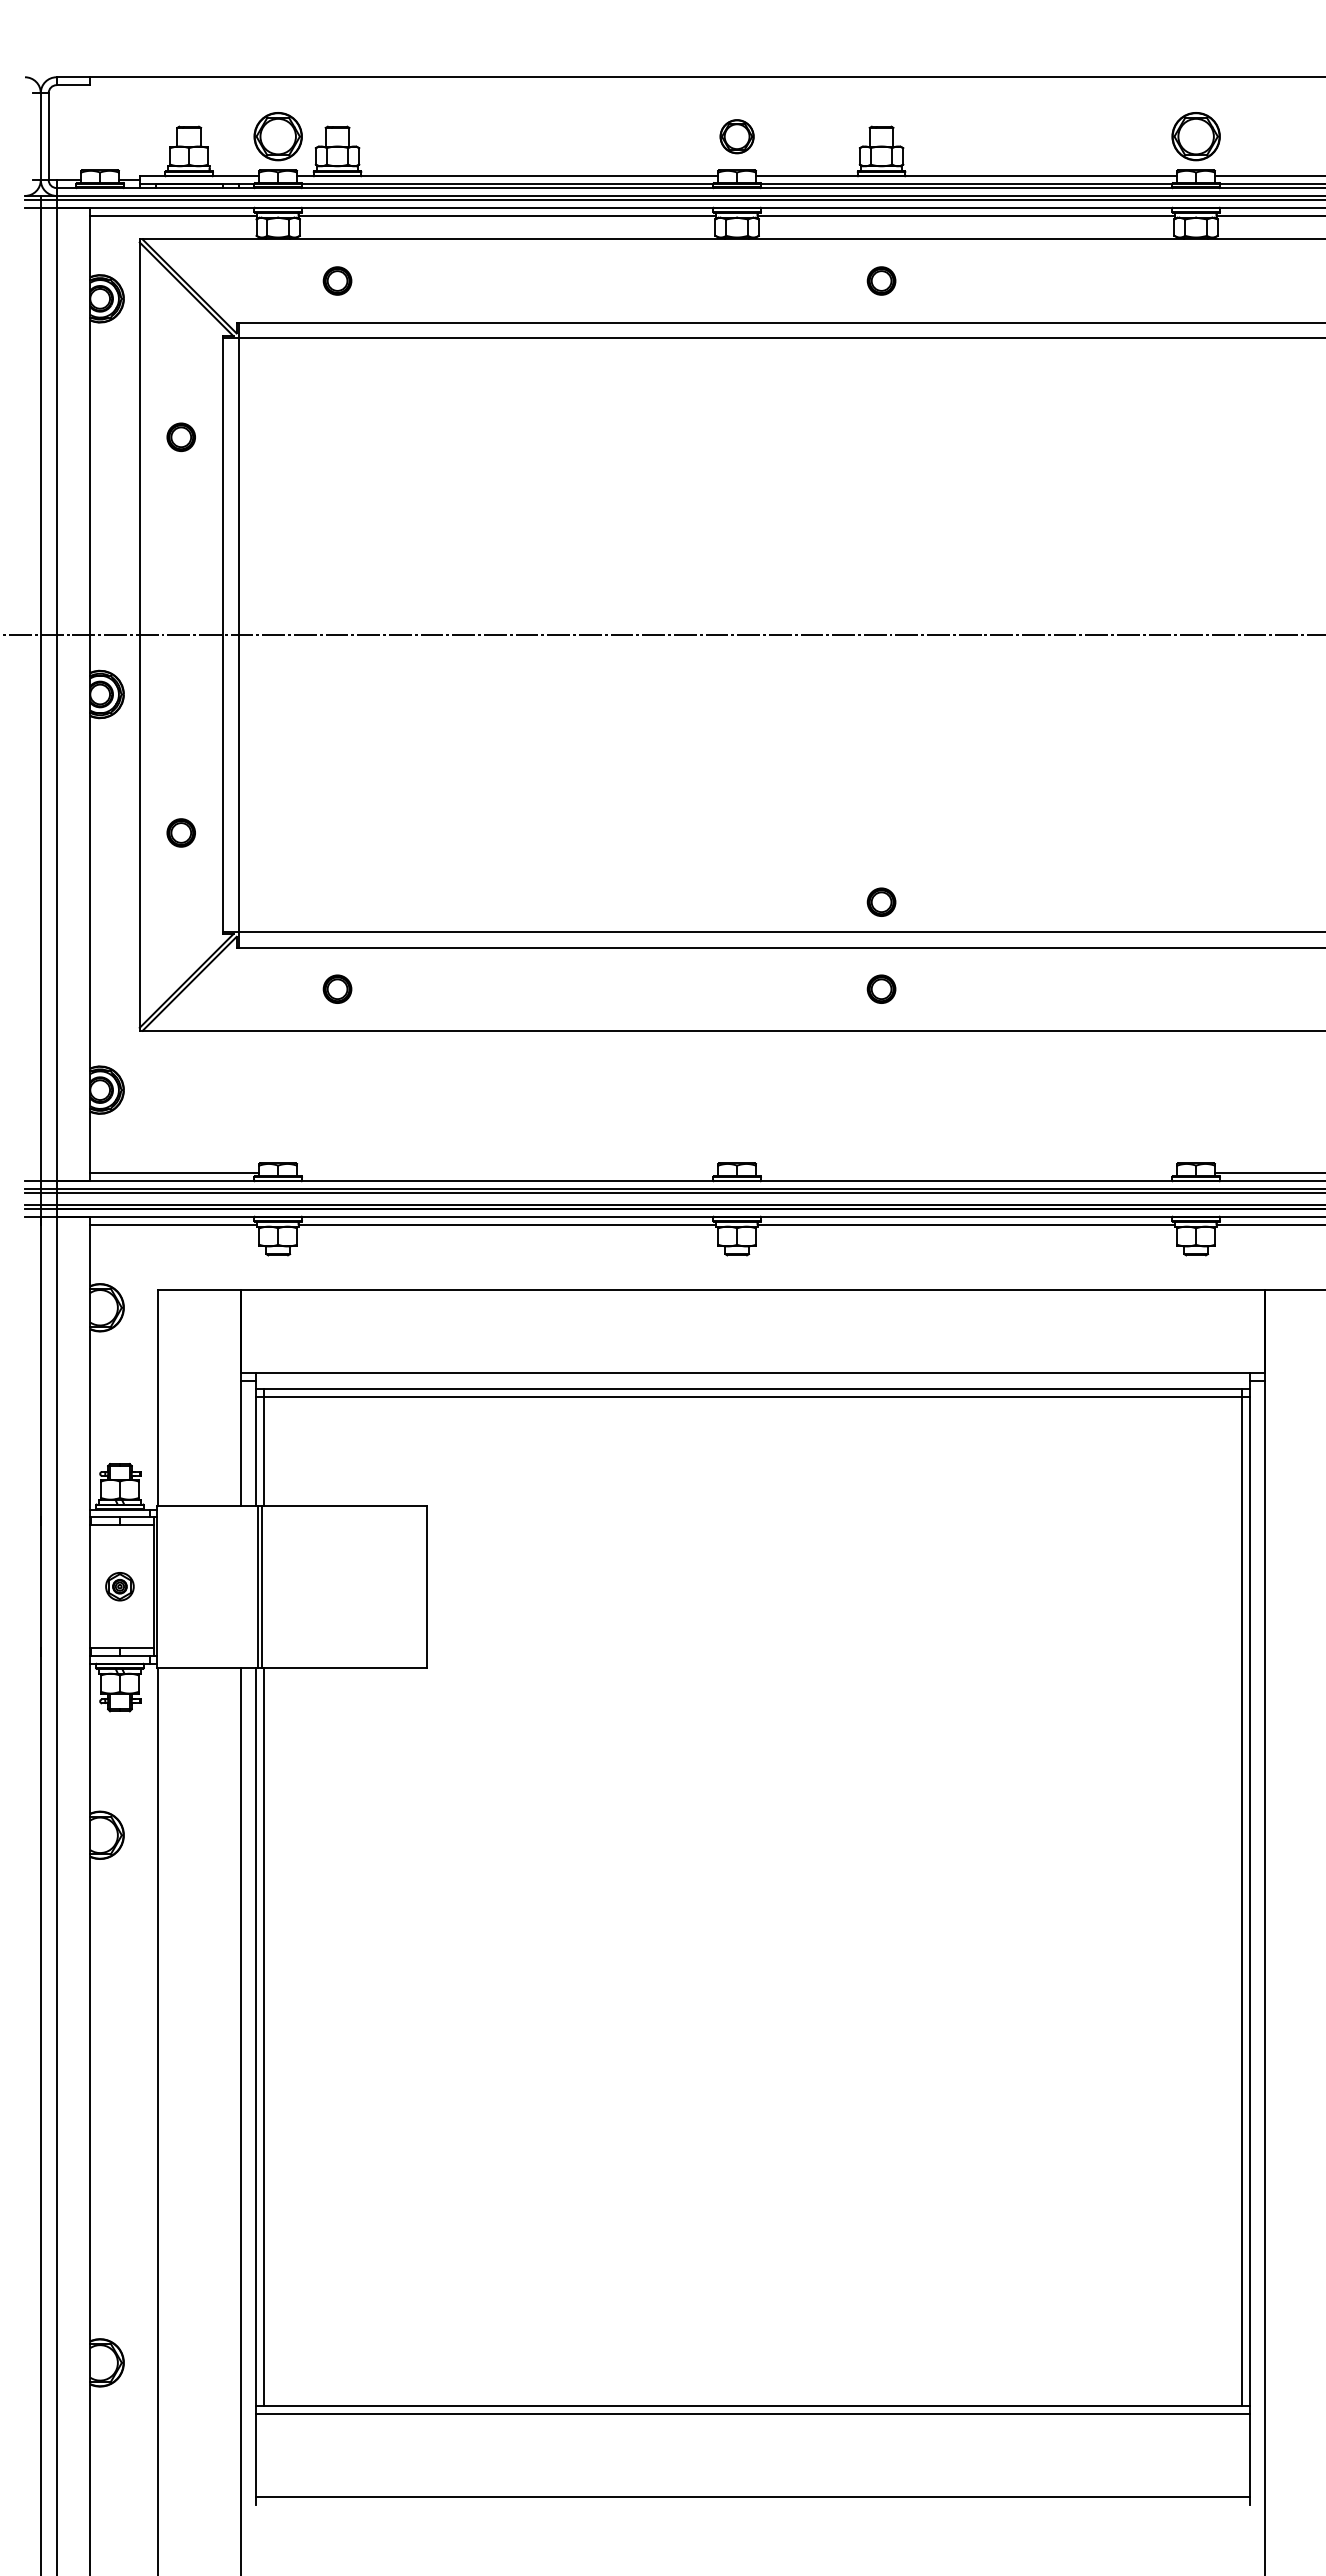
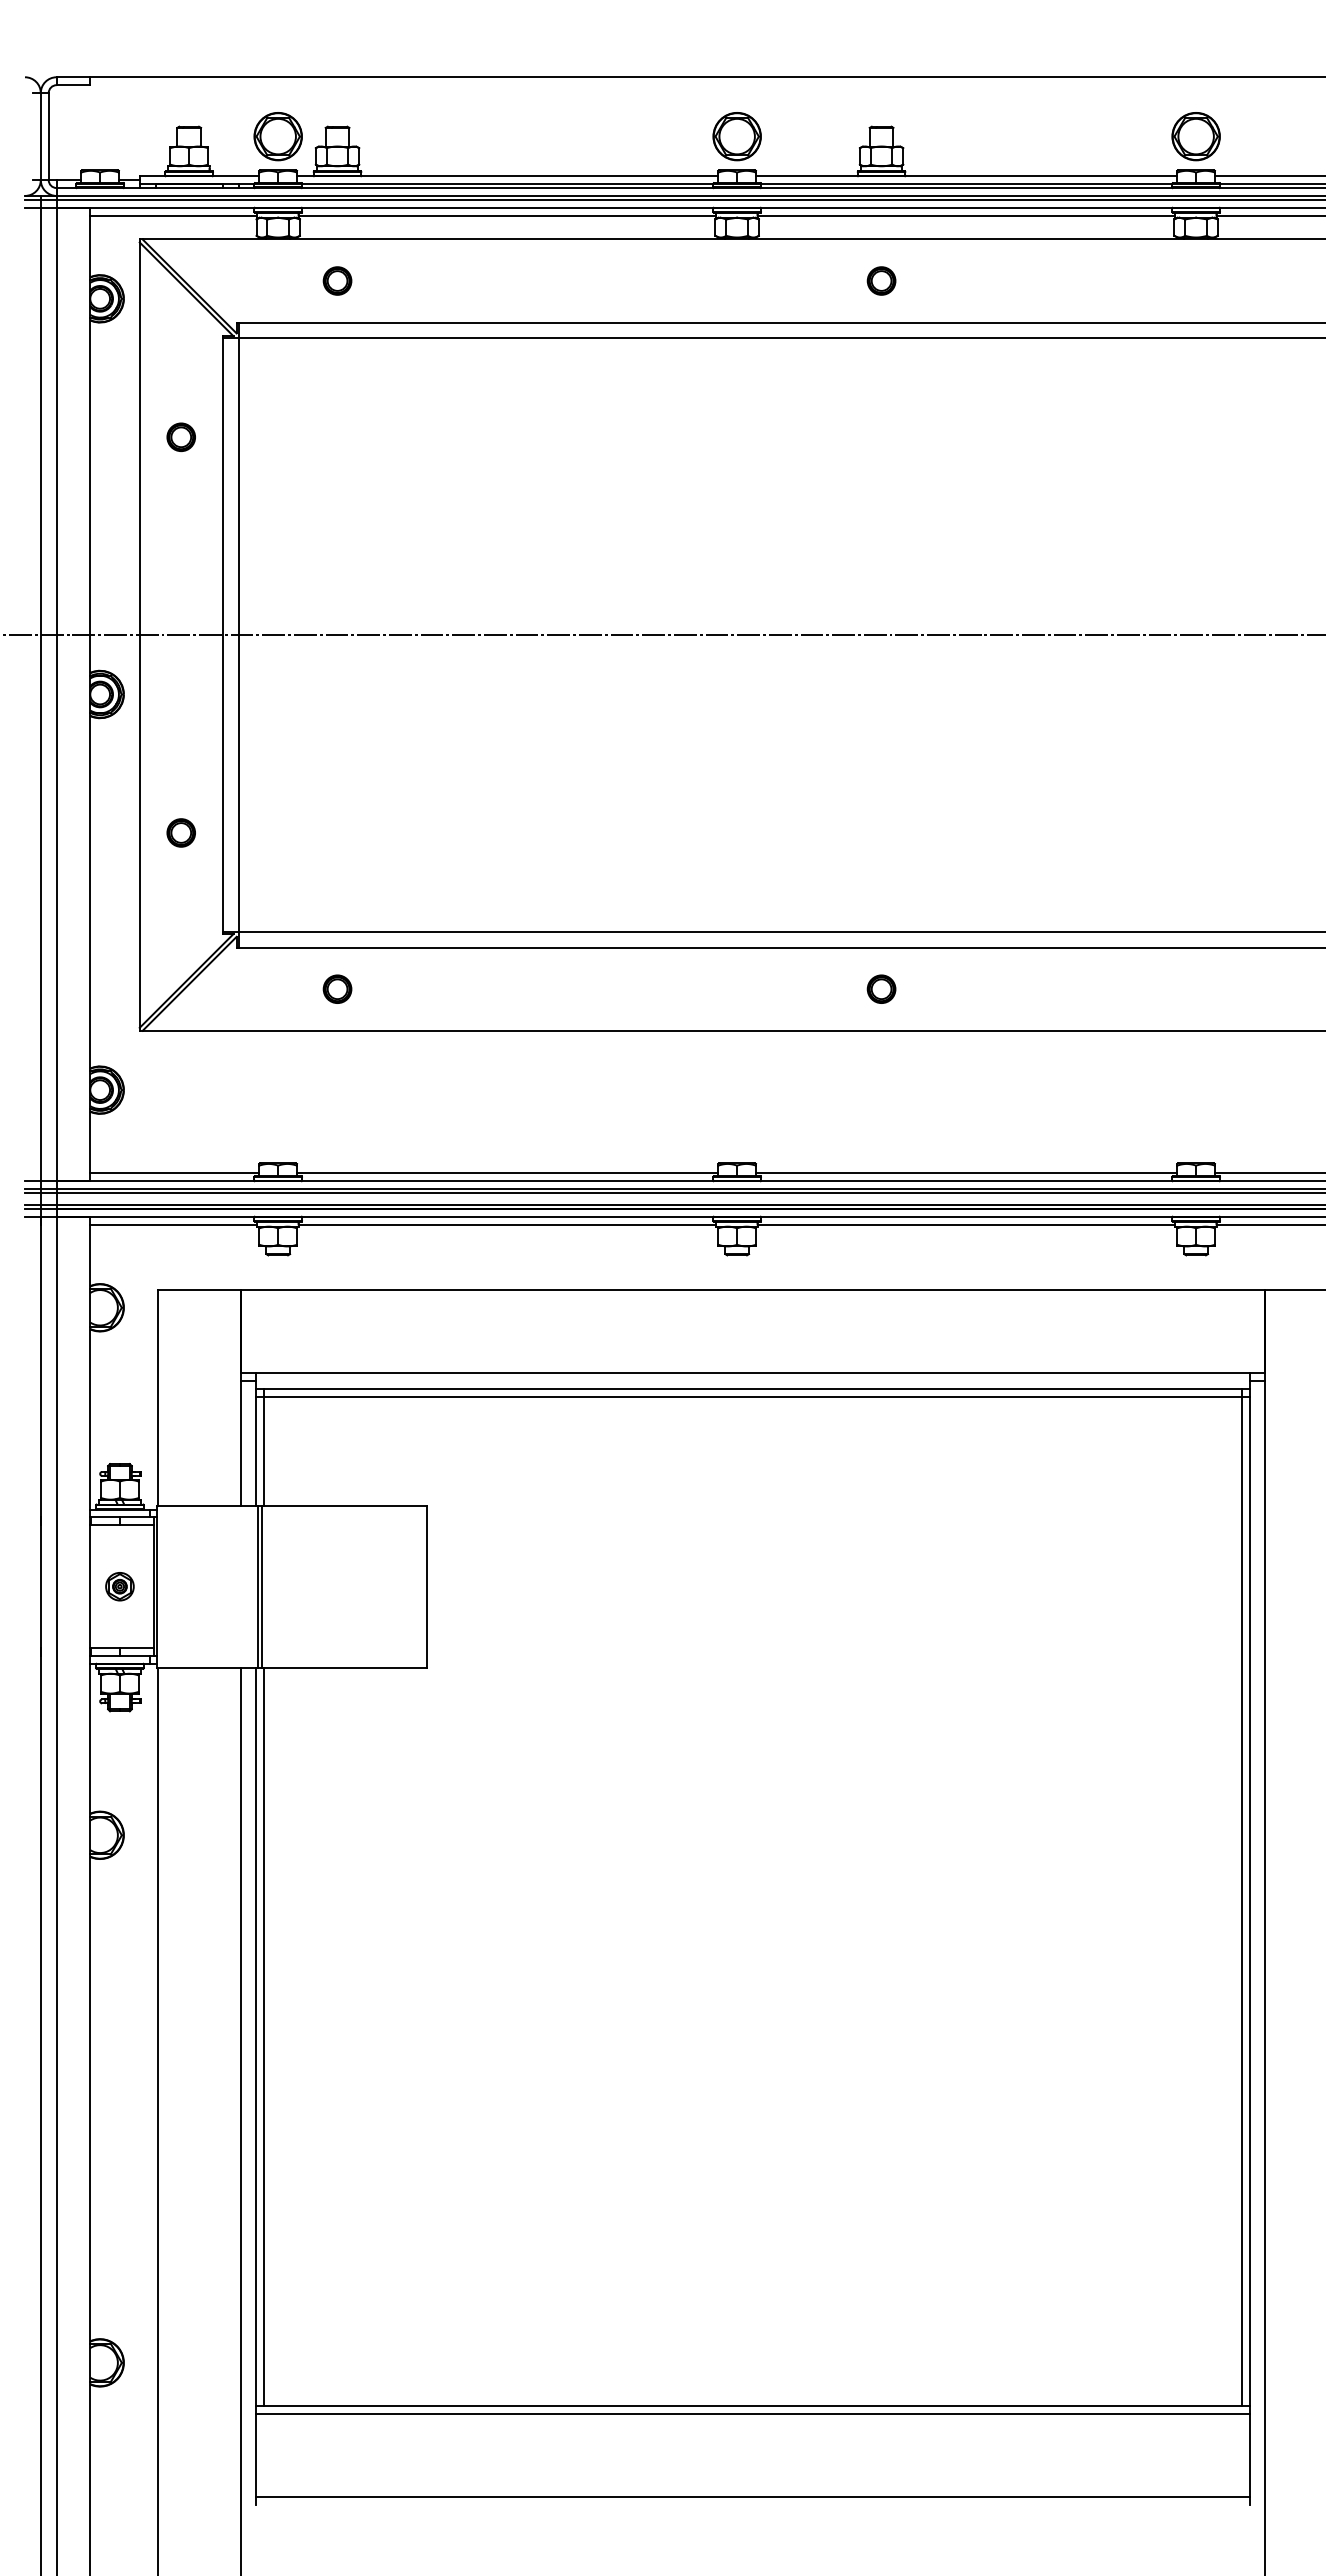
part at (736, 136) size: 36x36 px -> 50x50 px
part at (881, 901): present -> none
line at (507, 1173): none -> present
line at (966, 1173): none -> present
